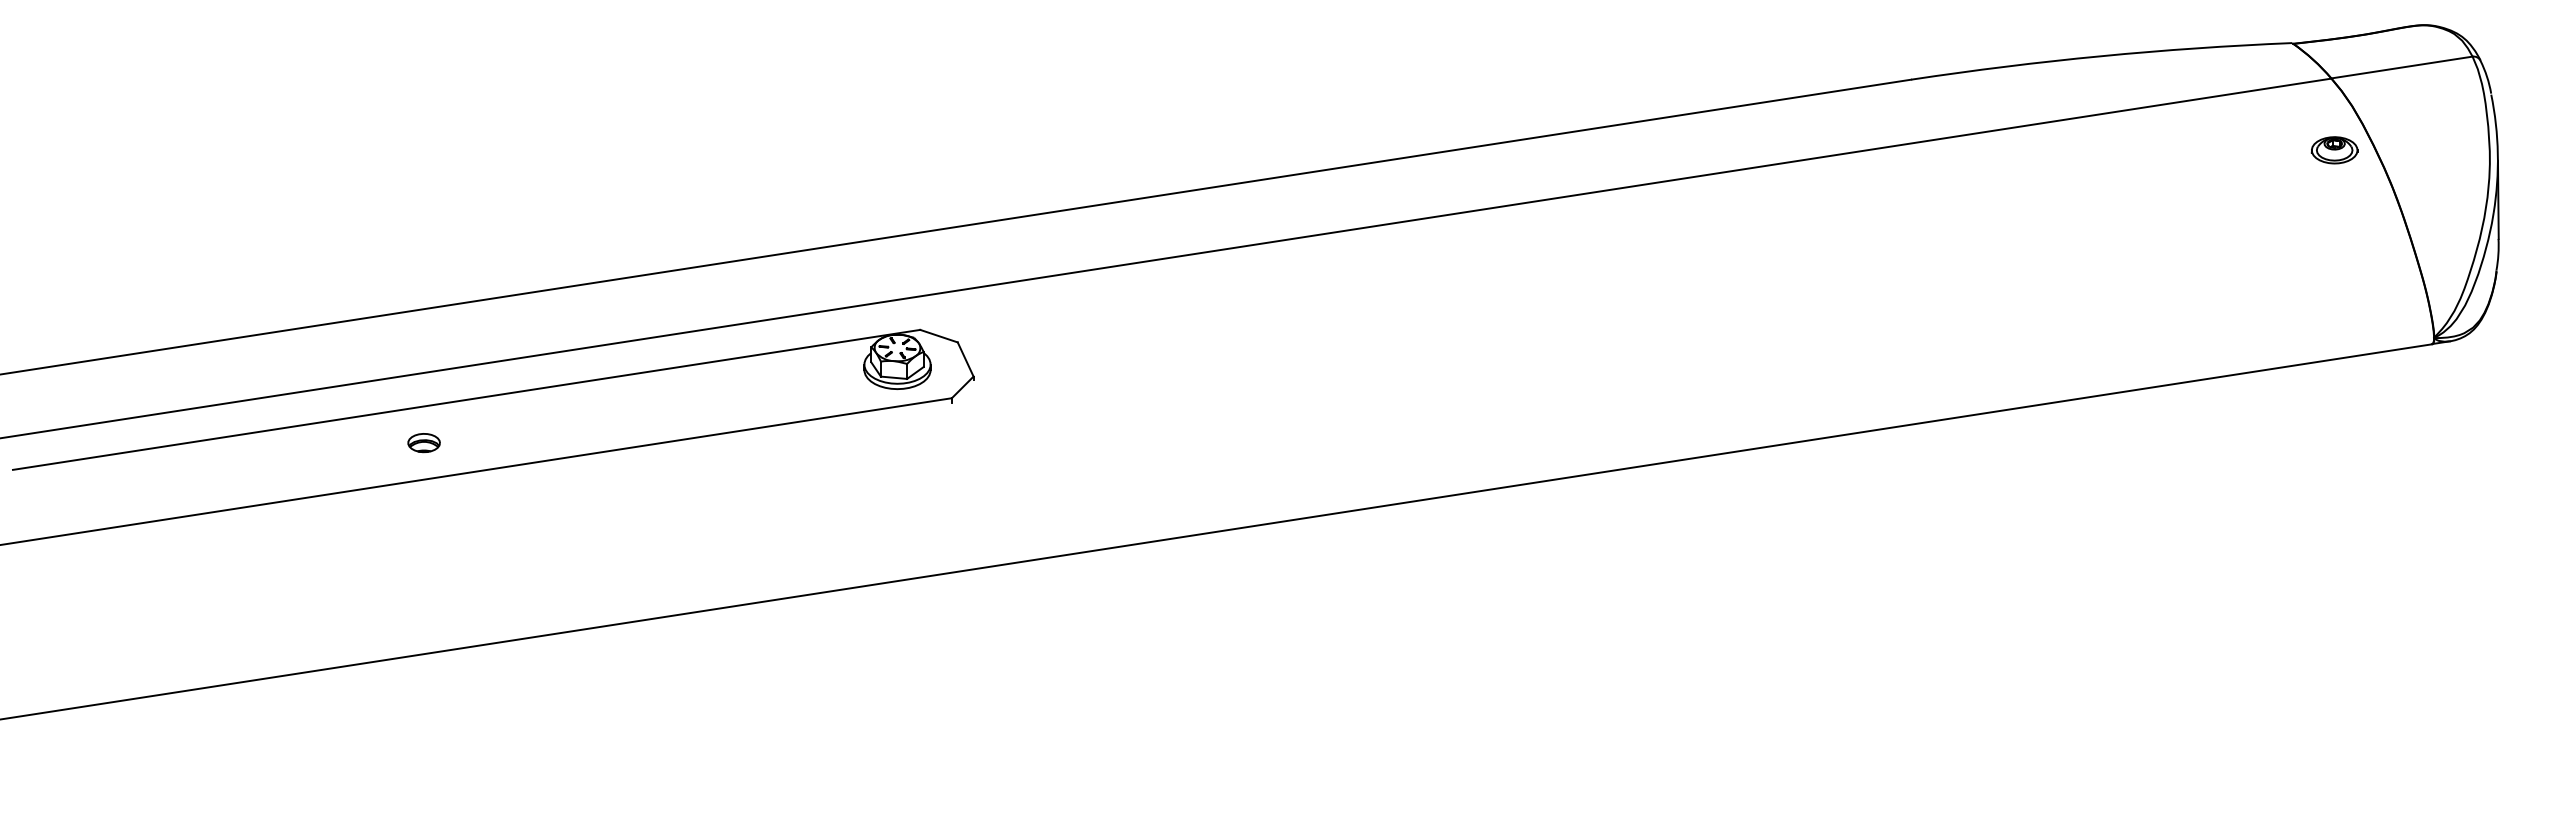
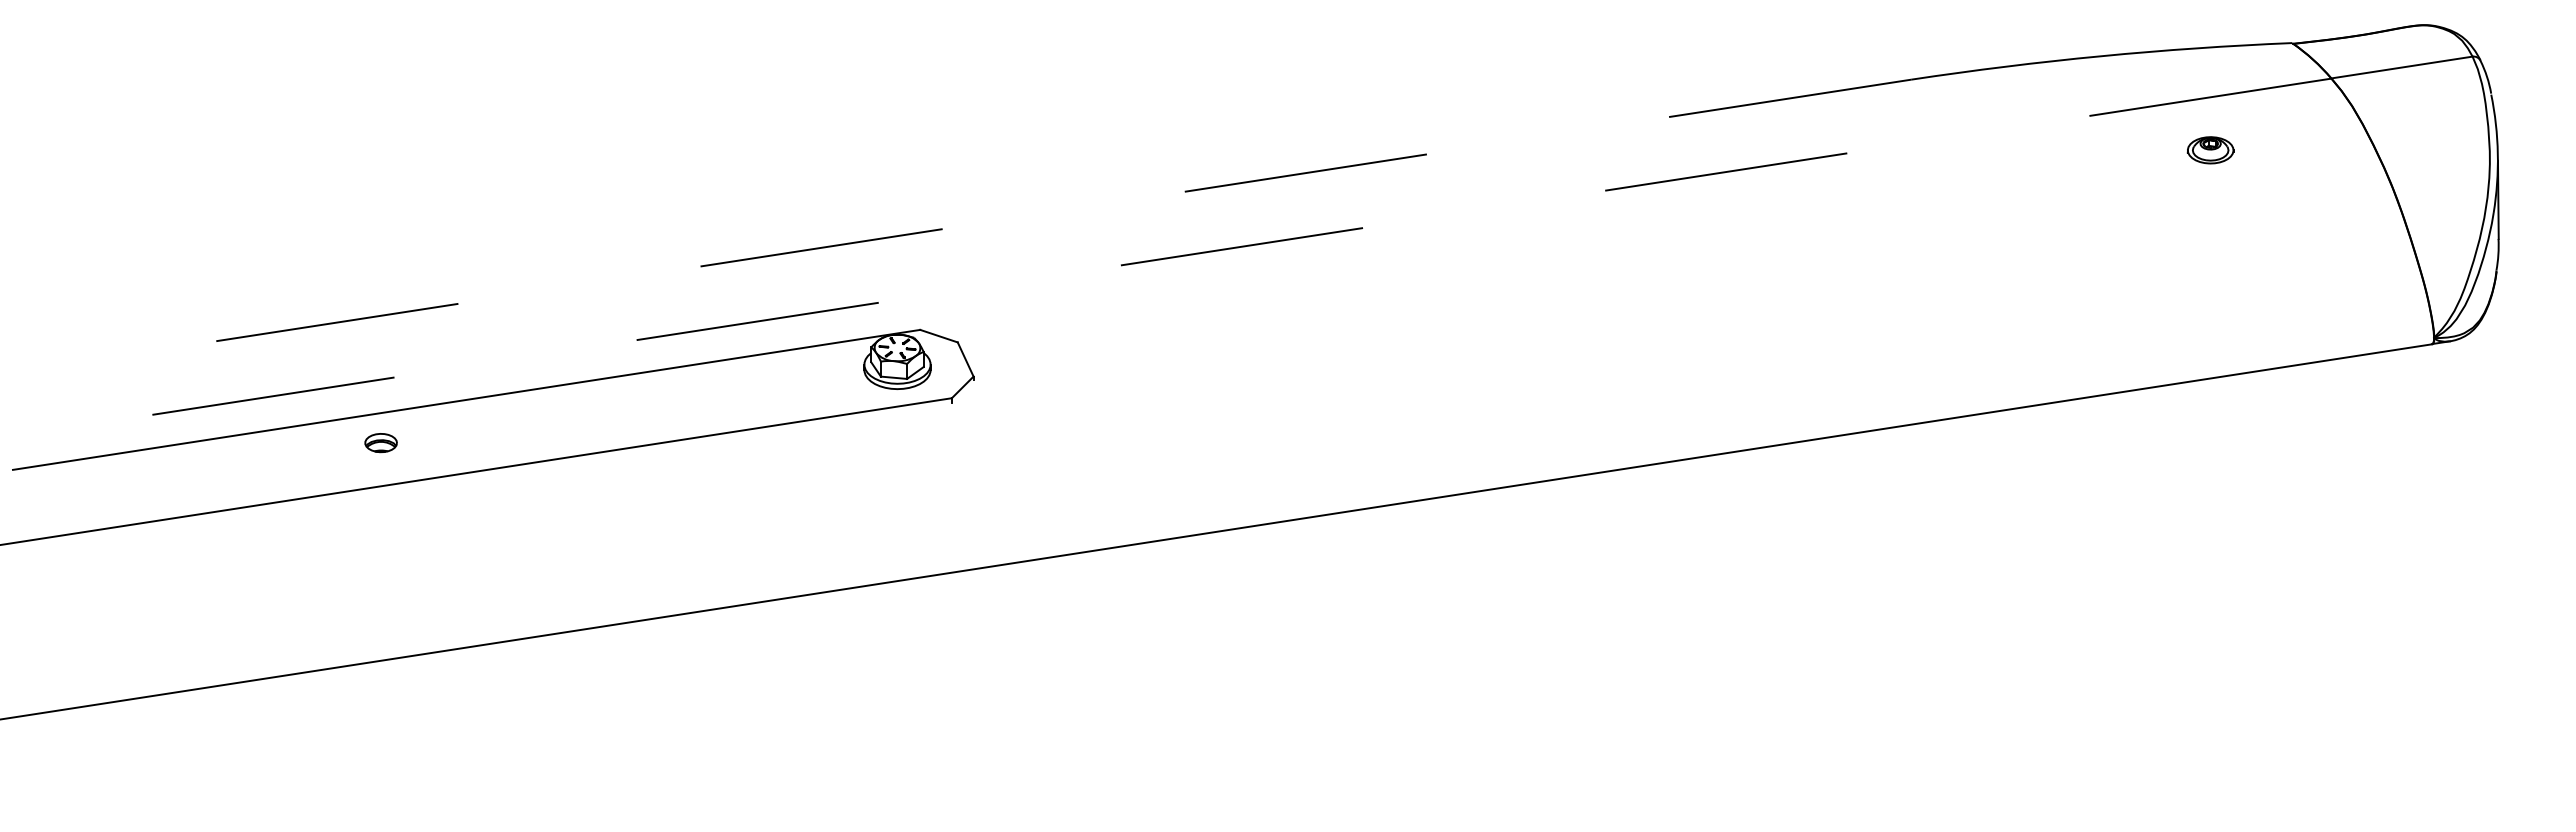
part at (2334, 150) position: (2334, 150) -> (2210, 150)
line at (955, 227): solid -> dashed
line at (1165, 258): solid -> dashed
part at (423, 443) position: (423, 443) -> (380, 443)
